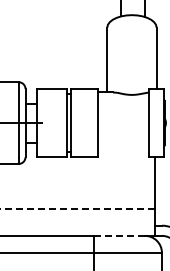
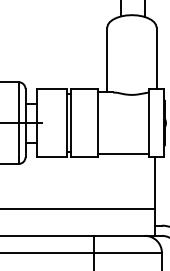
line at (122, 153): none -> present
line at (78, 208): dashed -> solid
line at (119, 235): dashed -> solid
